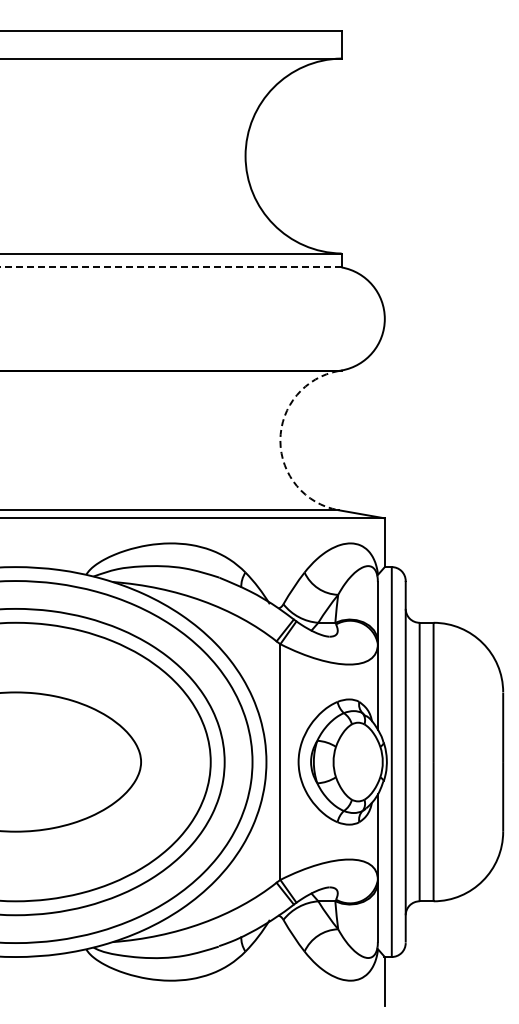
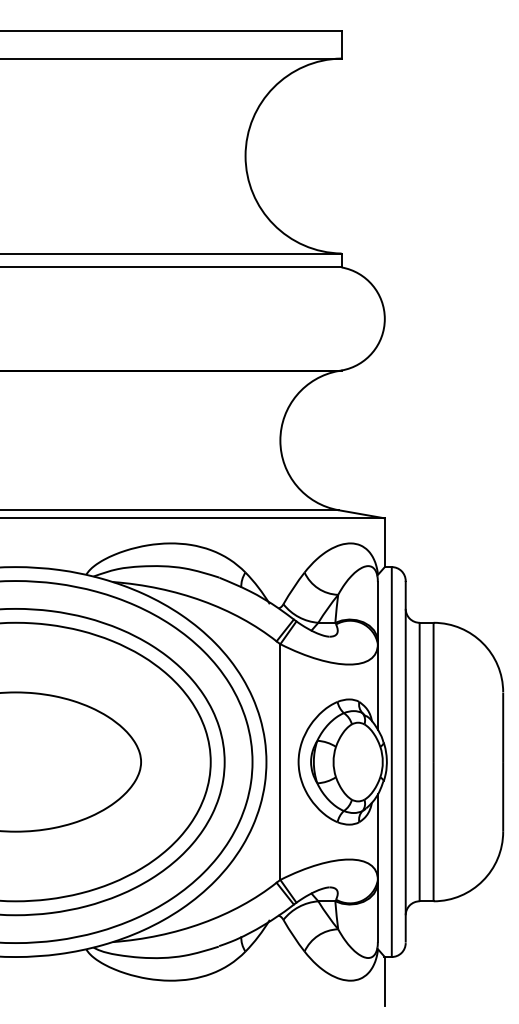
line at (170, 267): dashed -> solid
arc at (280, 440): dashed -> solid
